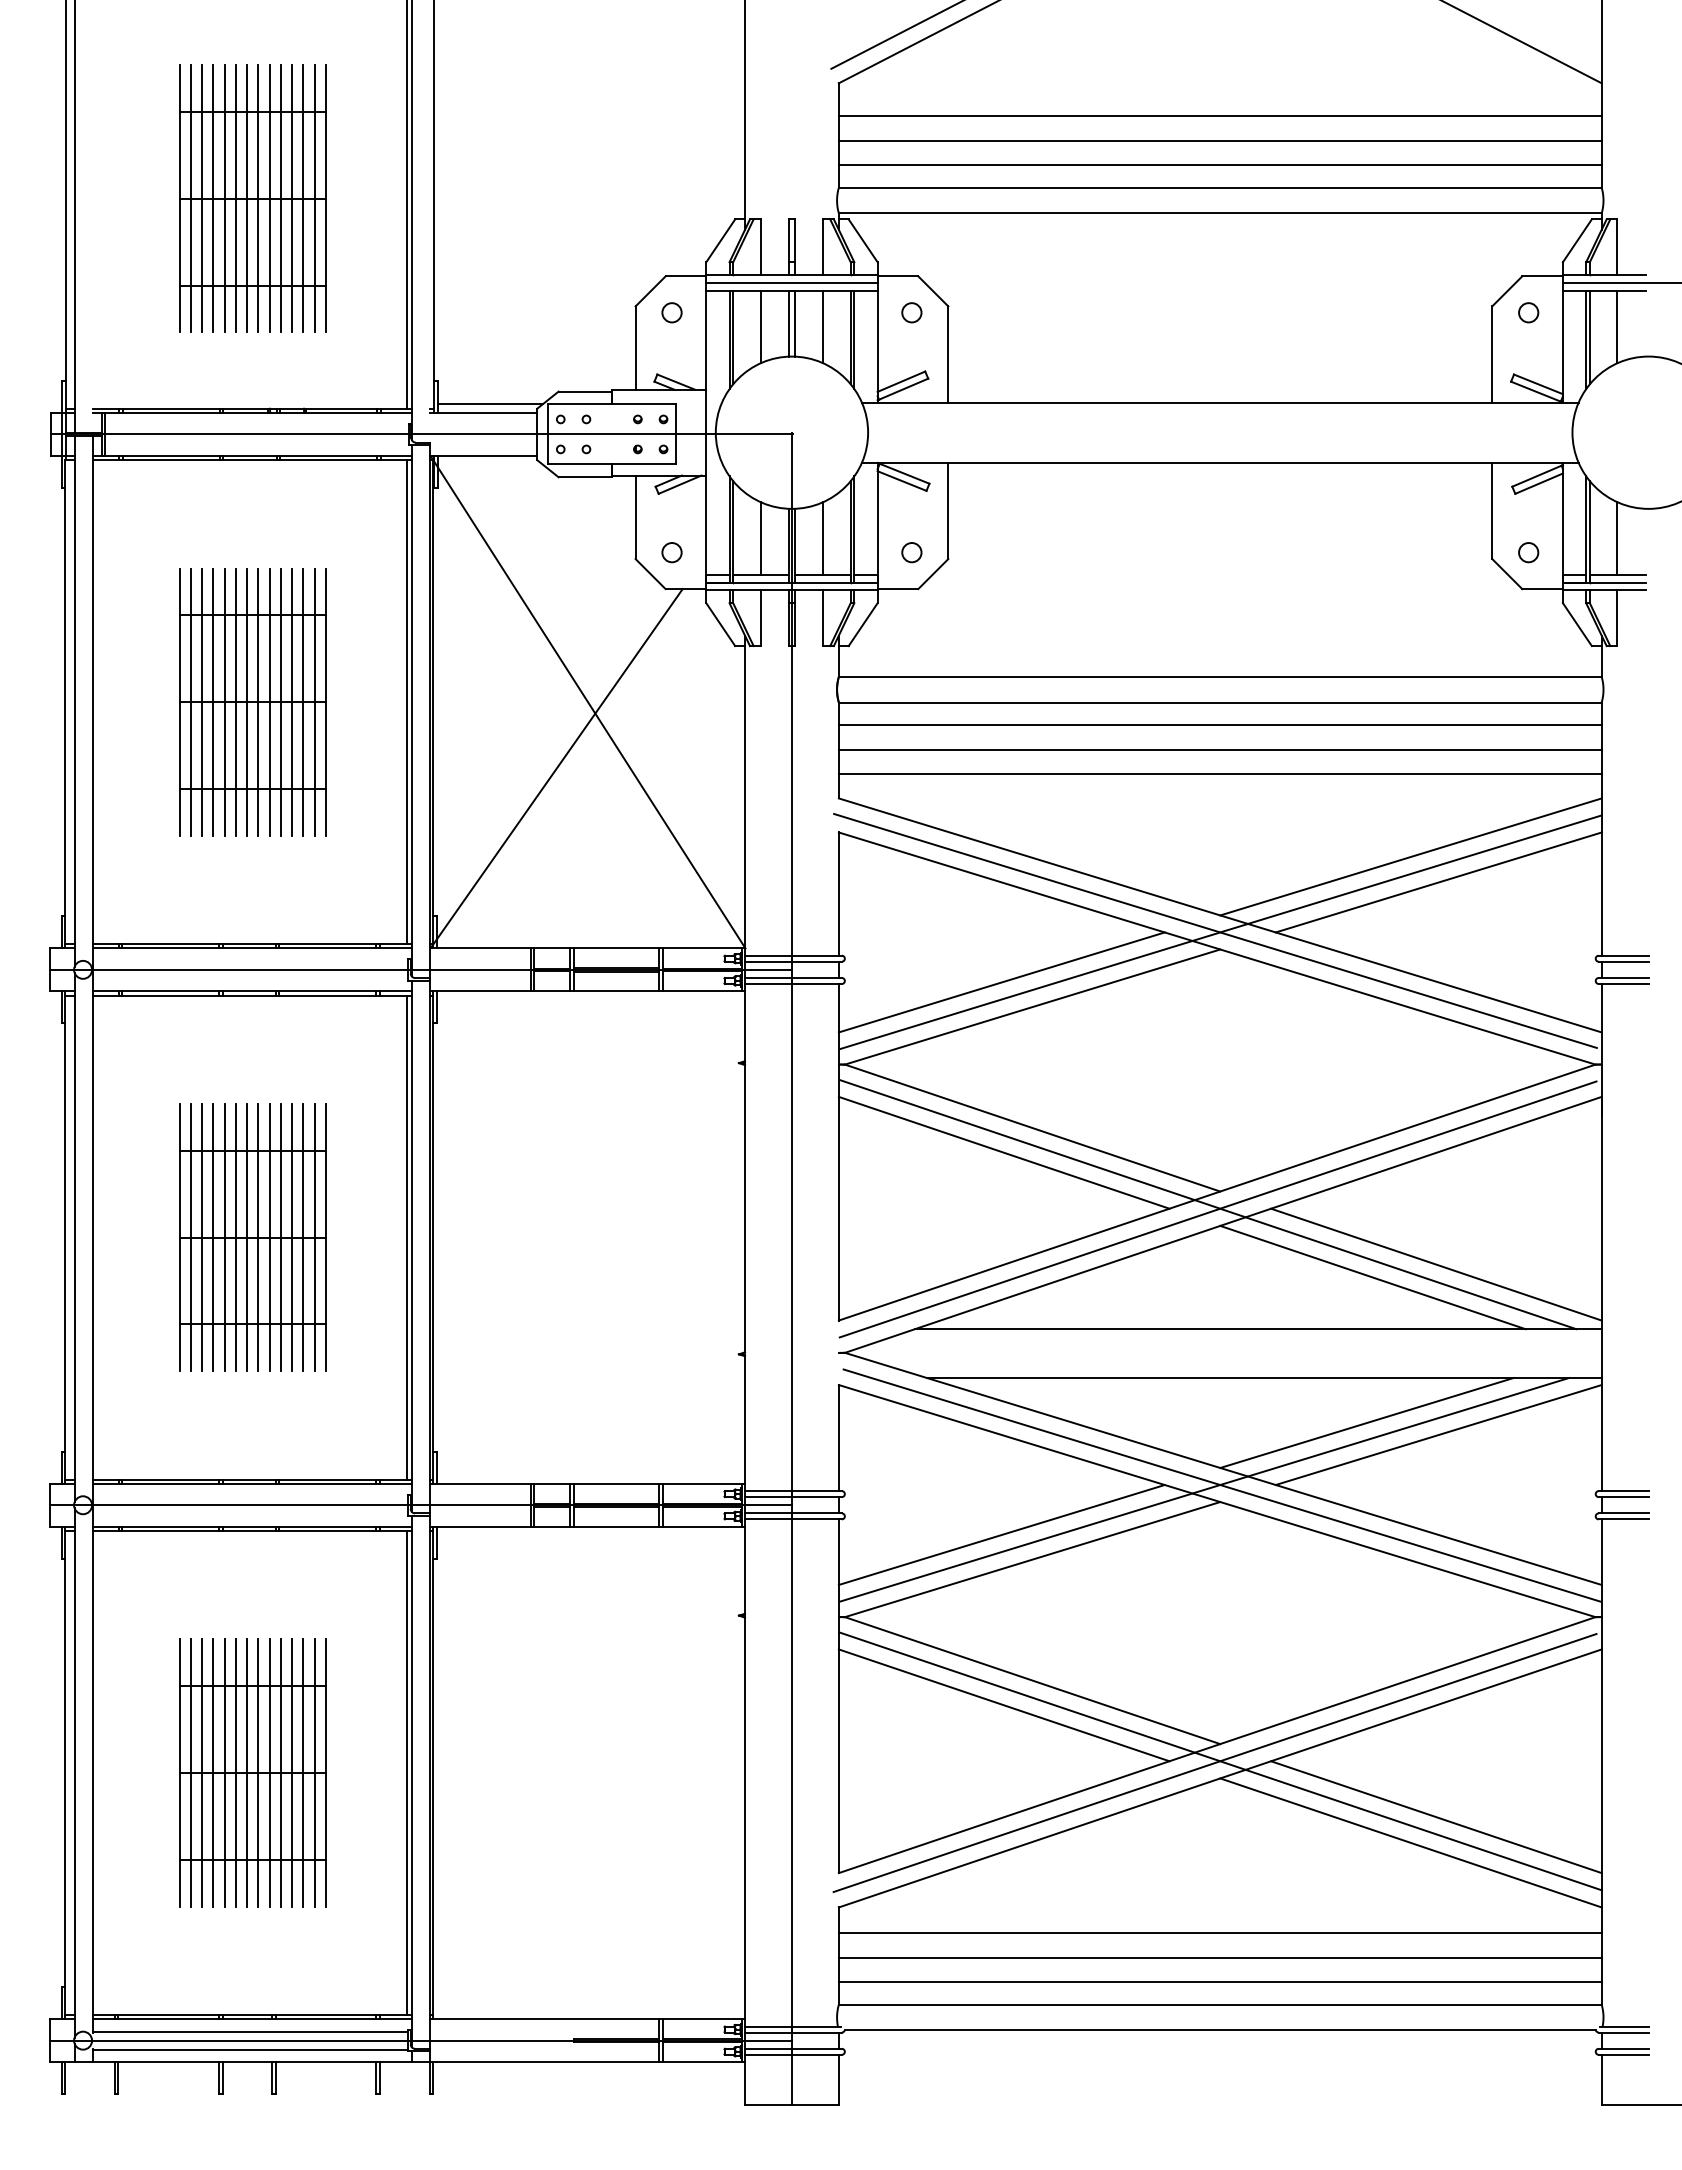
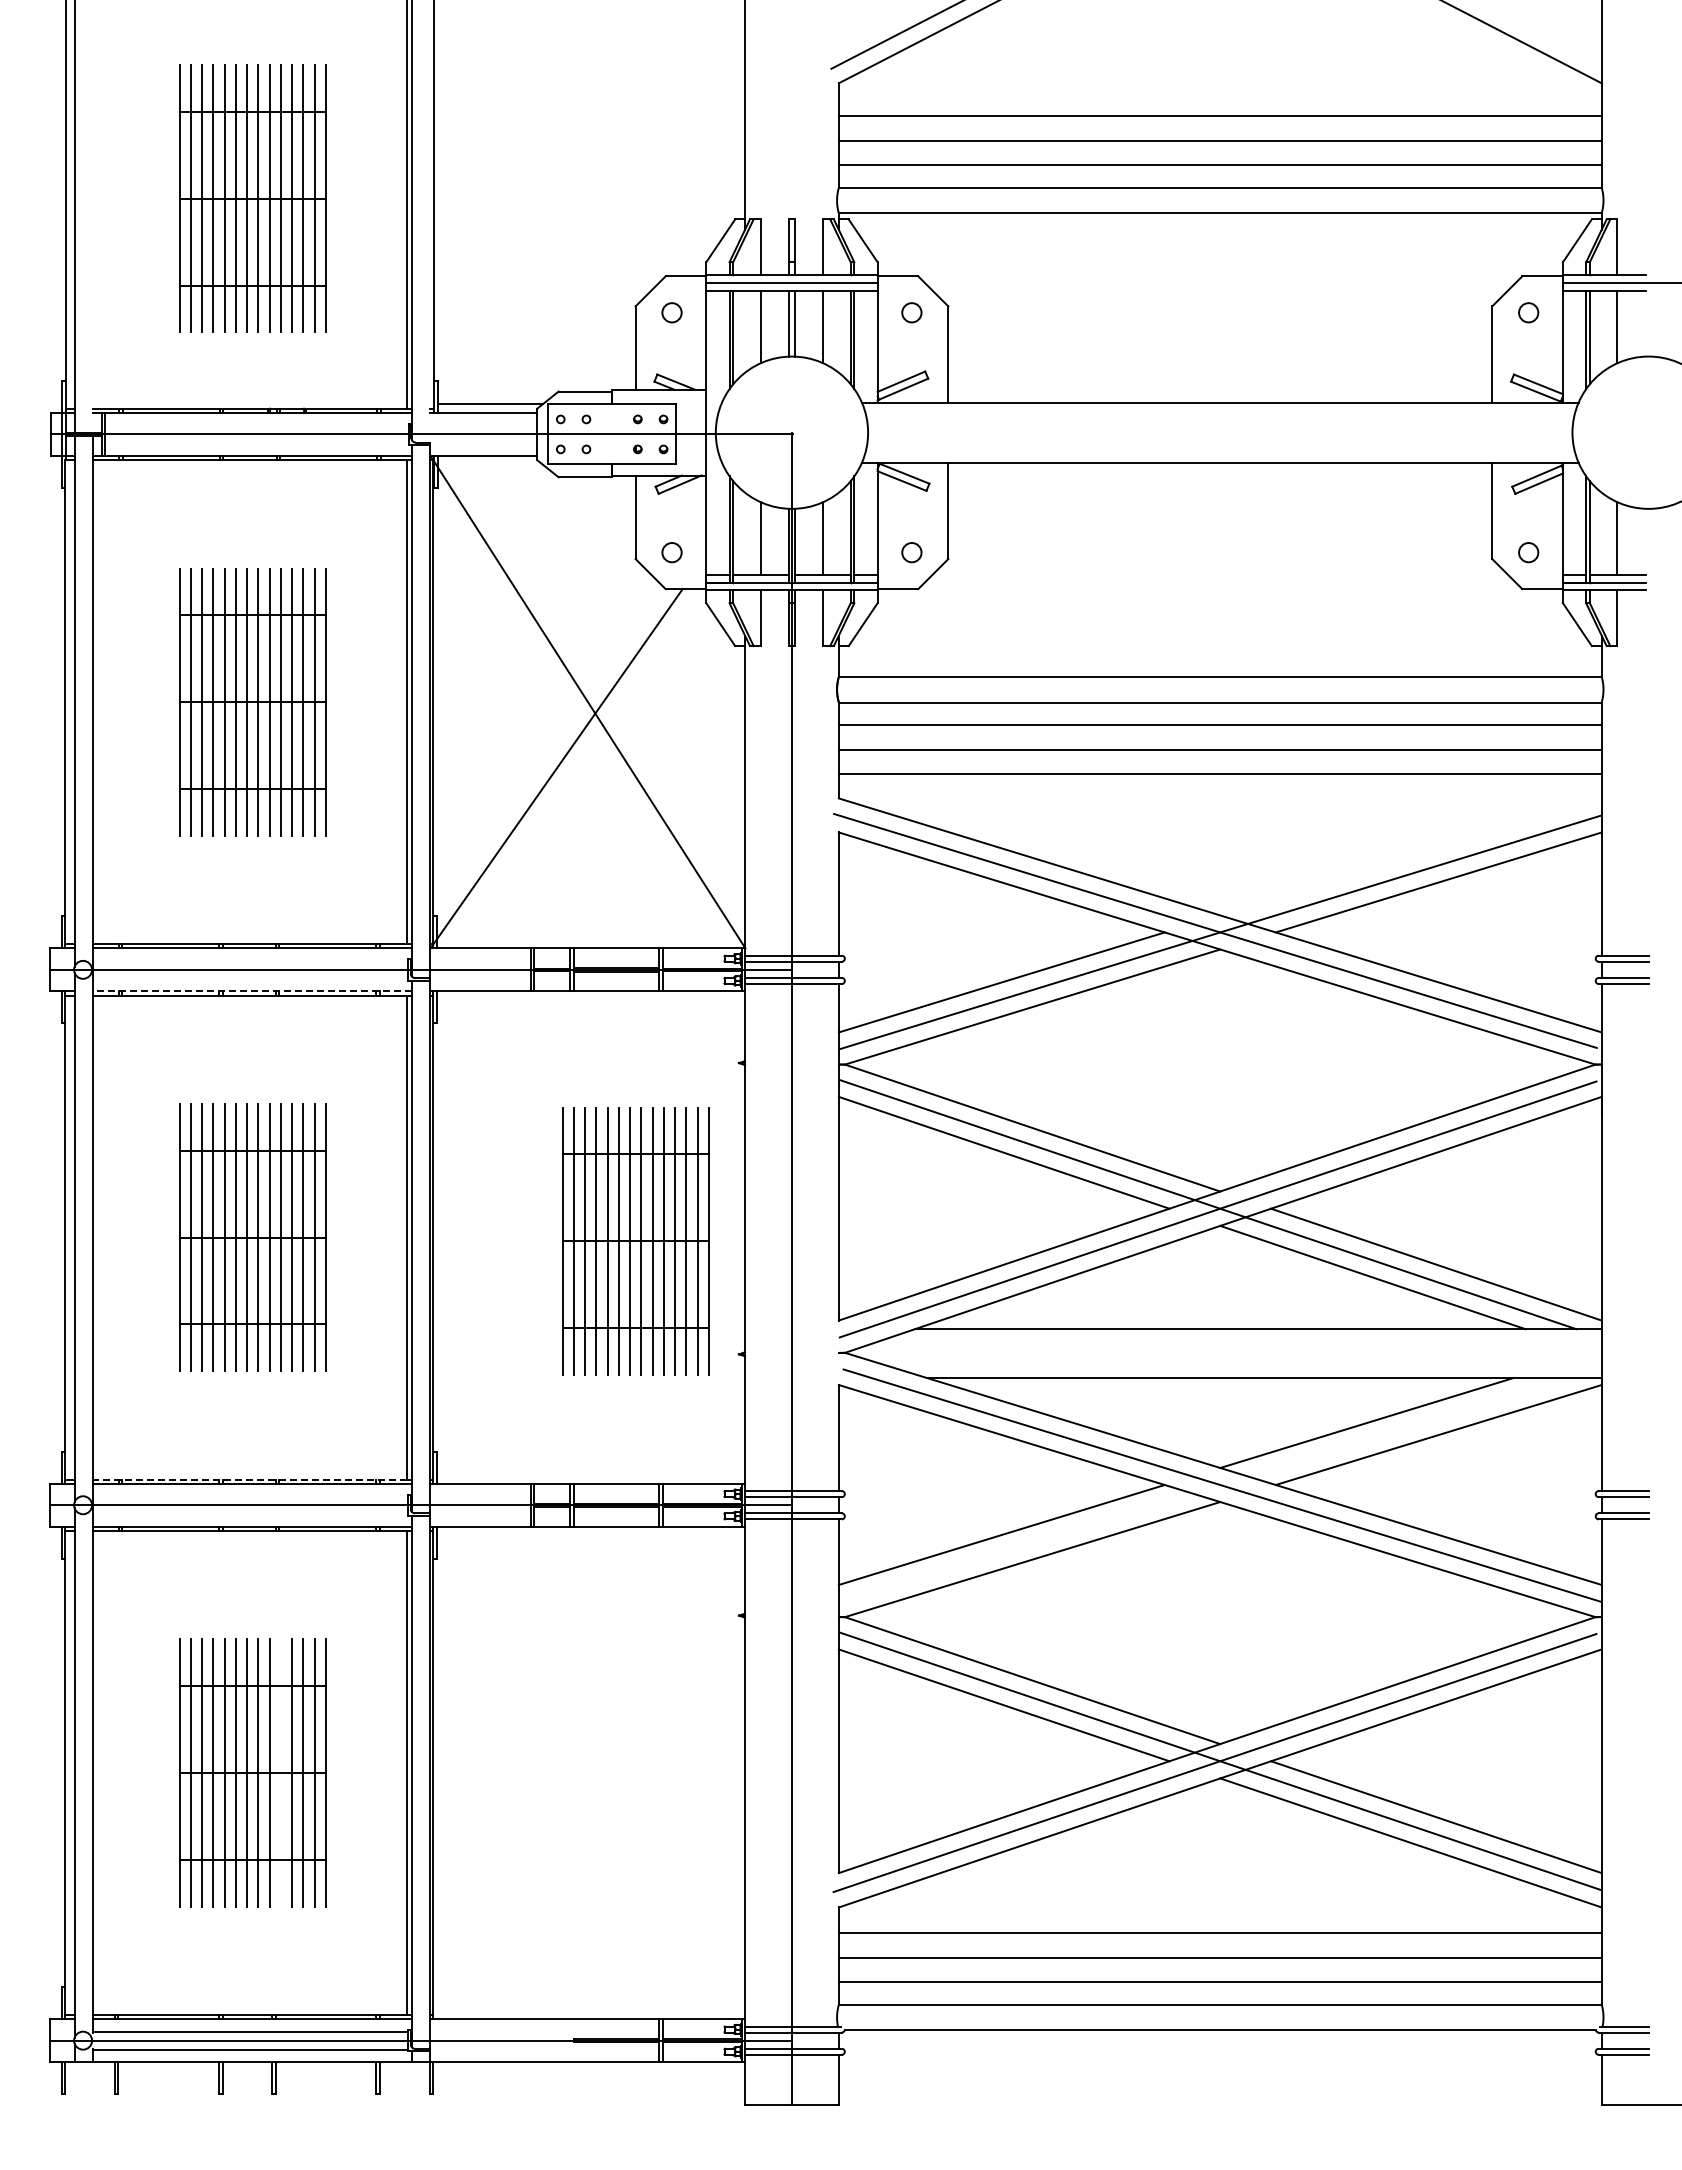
line at (1410, 856): present -> none
line at (251, 991): solid -> dashed
part at (635, 1241): none -> present
line at (249, 1479): solid -> dashed
line at (1204, 1489): present -> none
line at (280, 1772): present -> none
